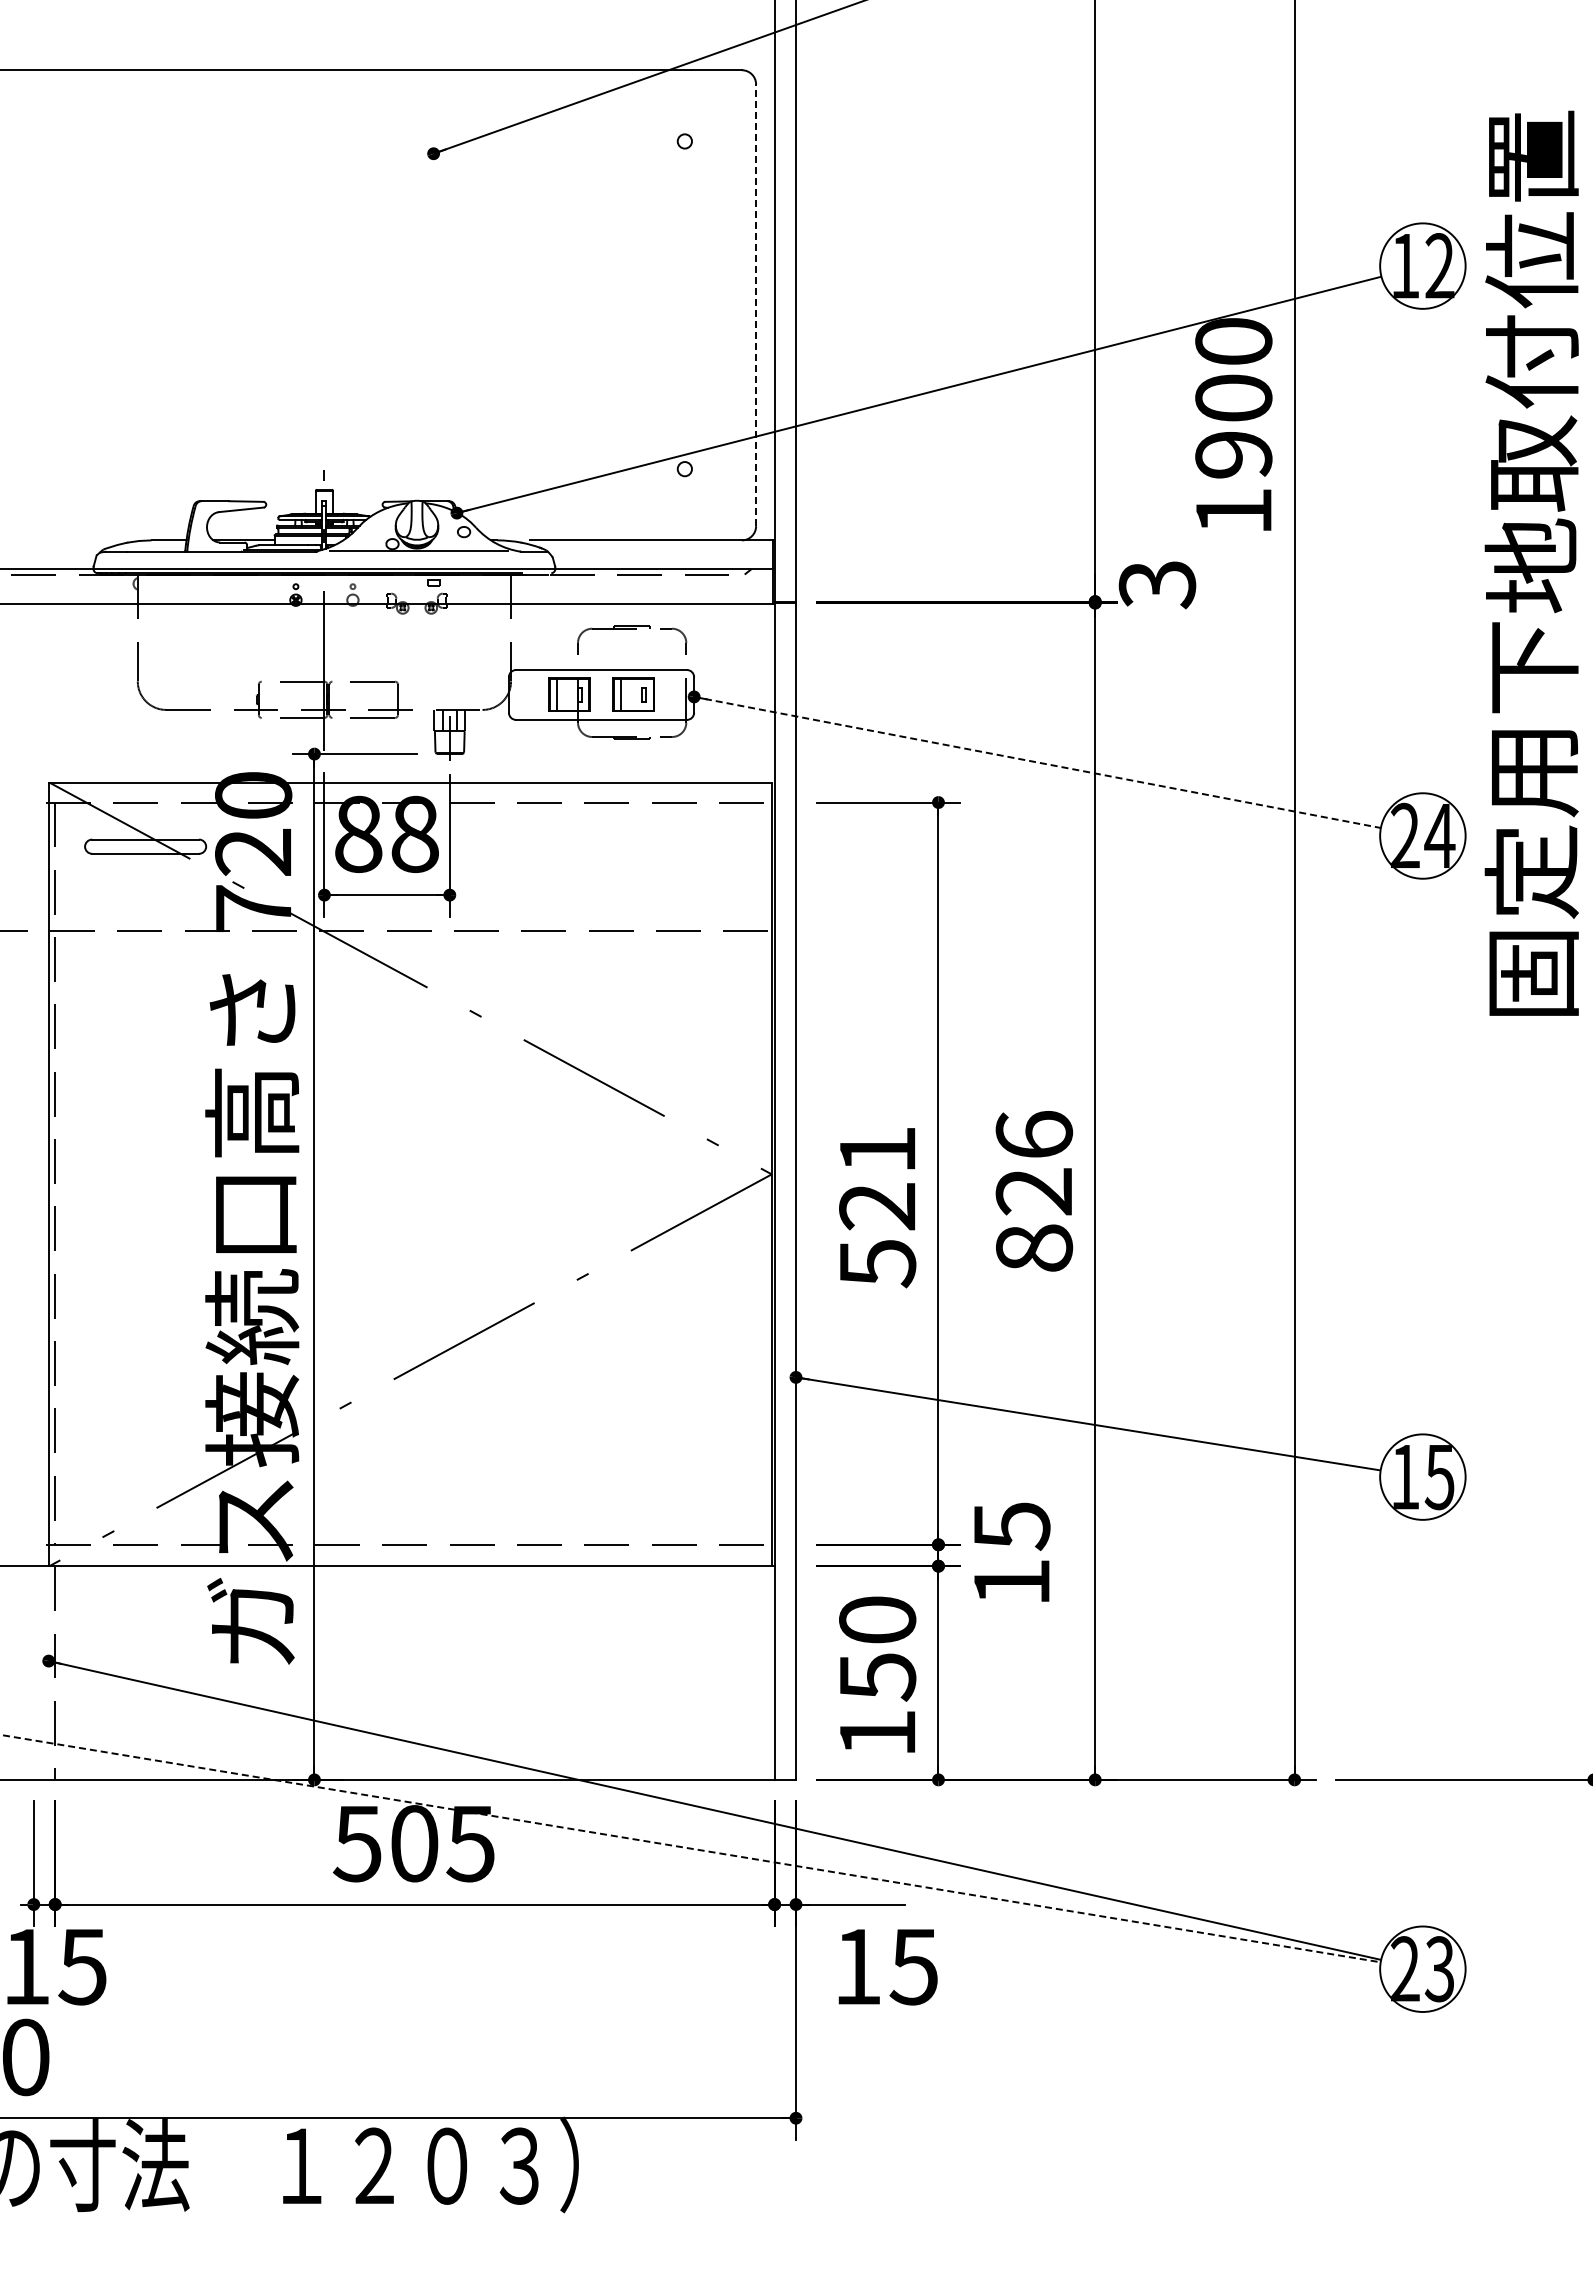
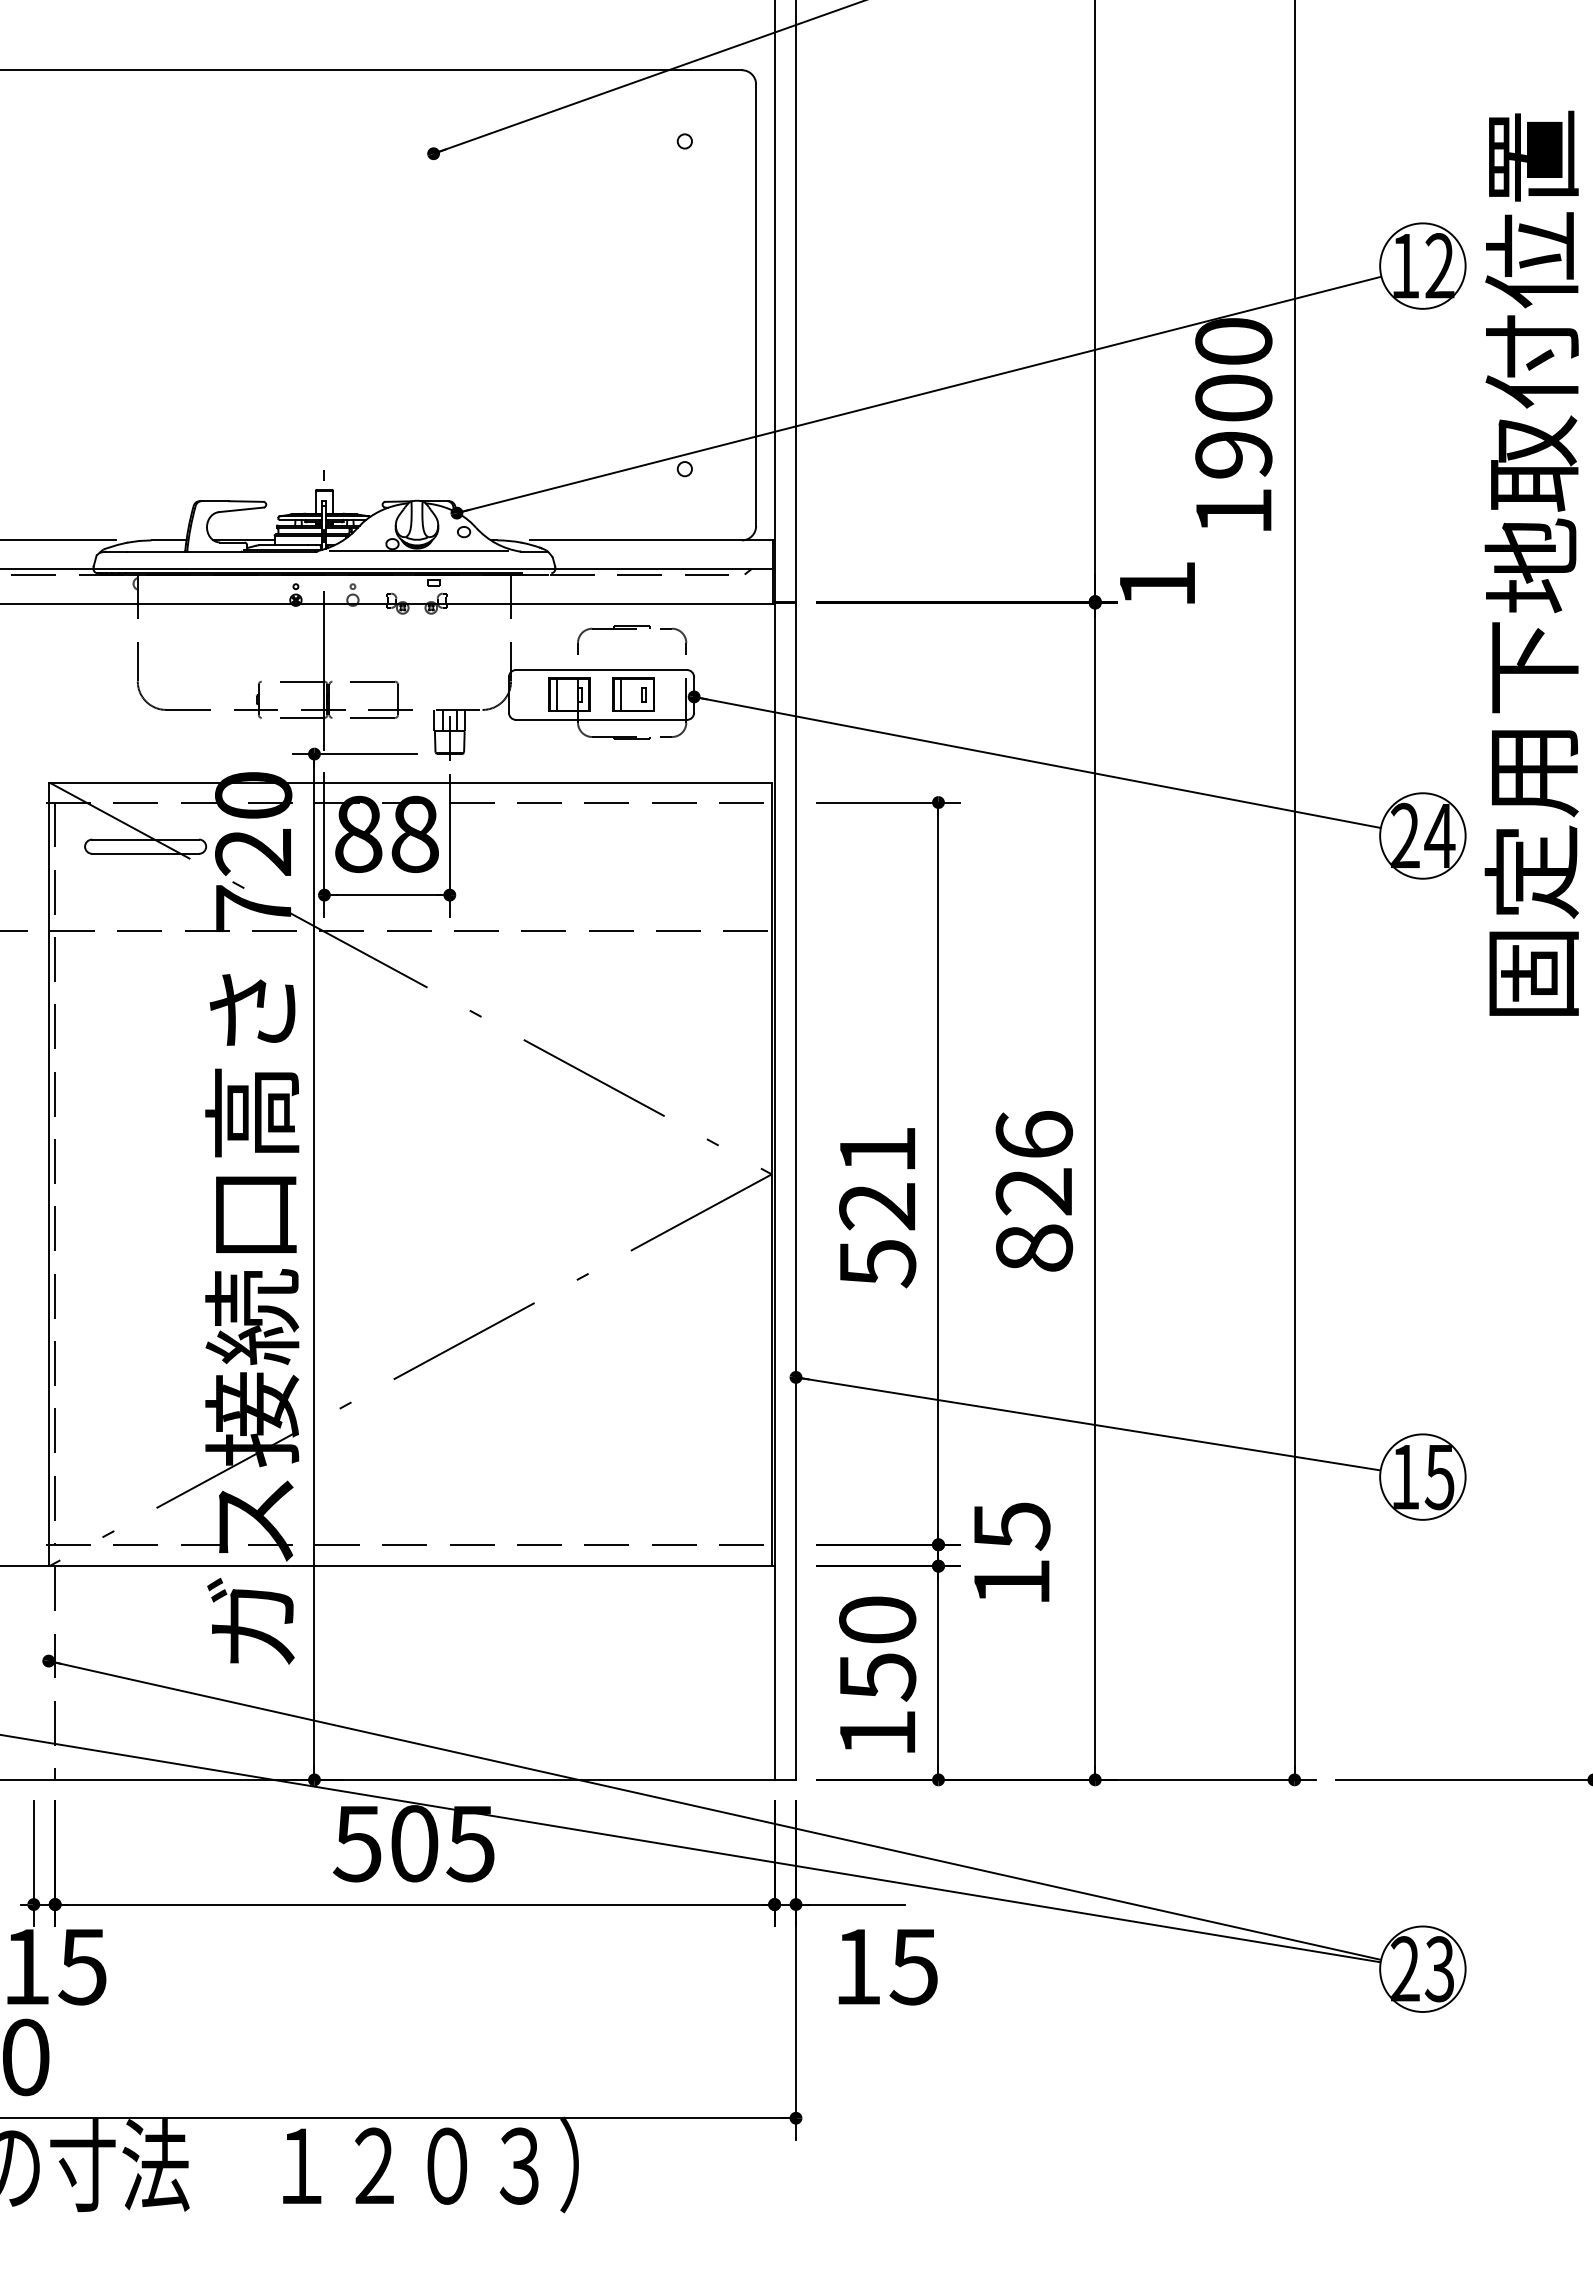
line at (756, 305): dashed -> solid
line at (58, 540): none -> present
text at (1157, 585): 3 -> 1
line at (1037, 762): dashed -> solid
line at (691, 1848): dashed -> solid
